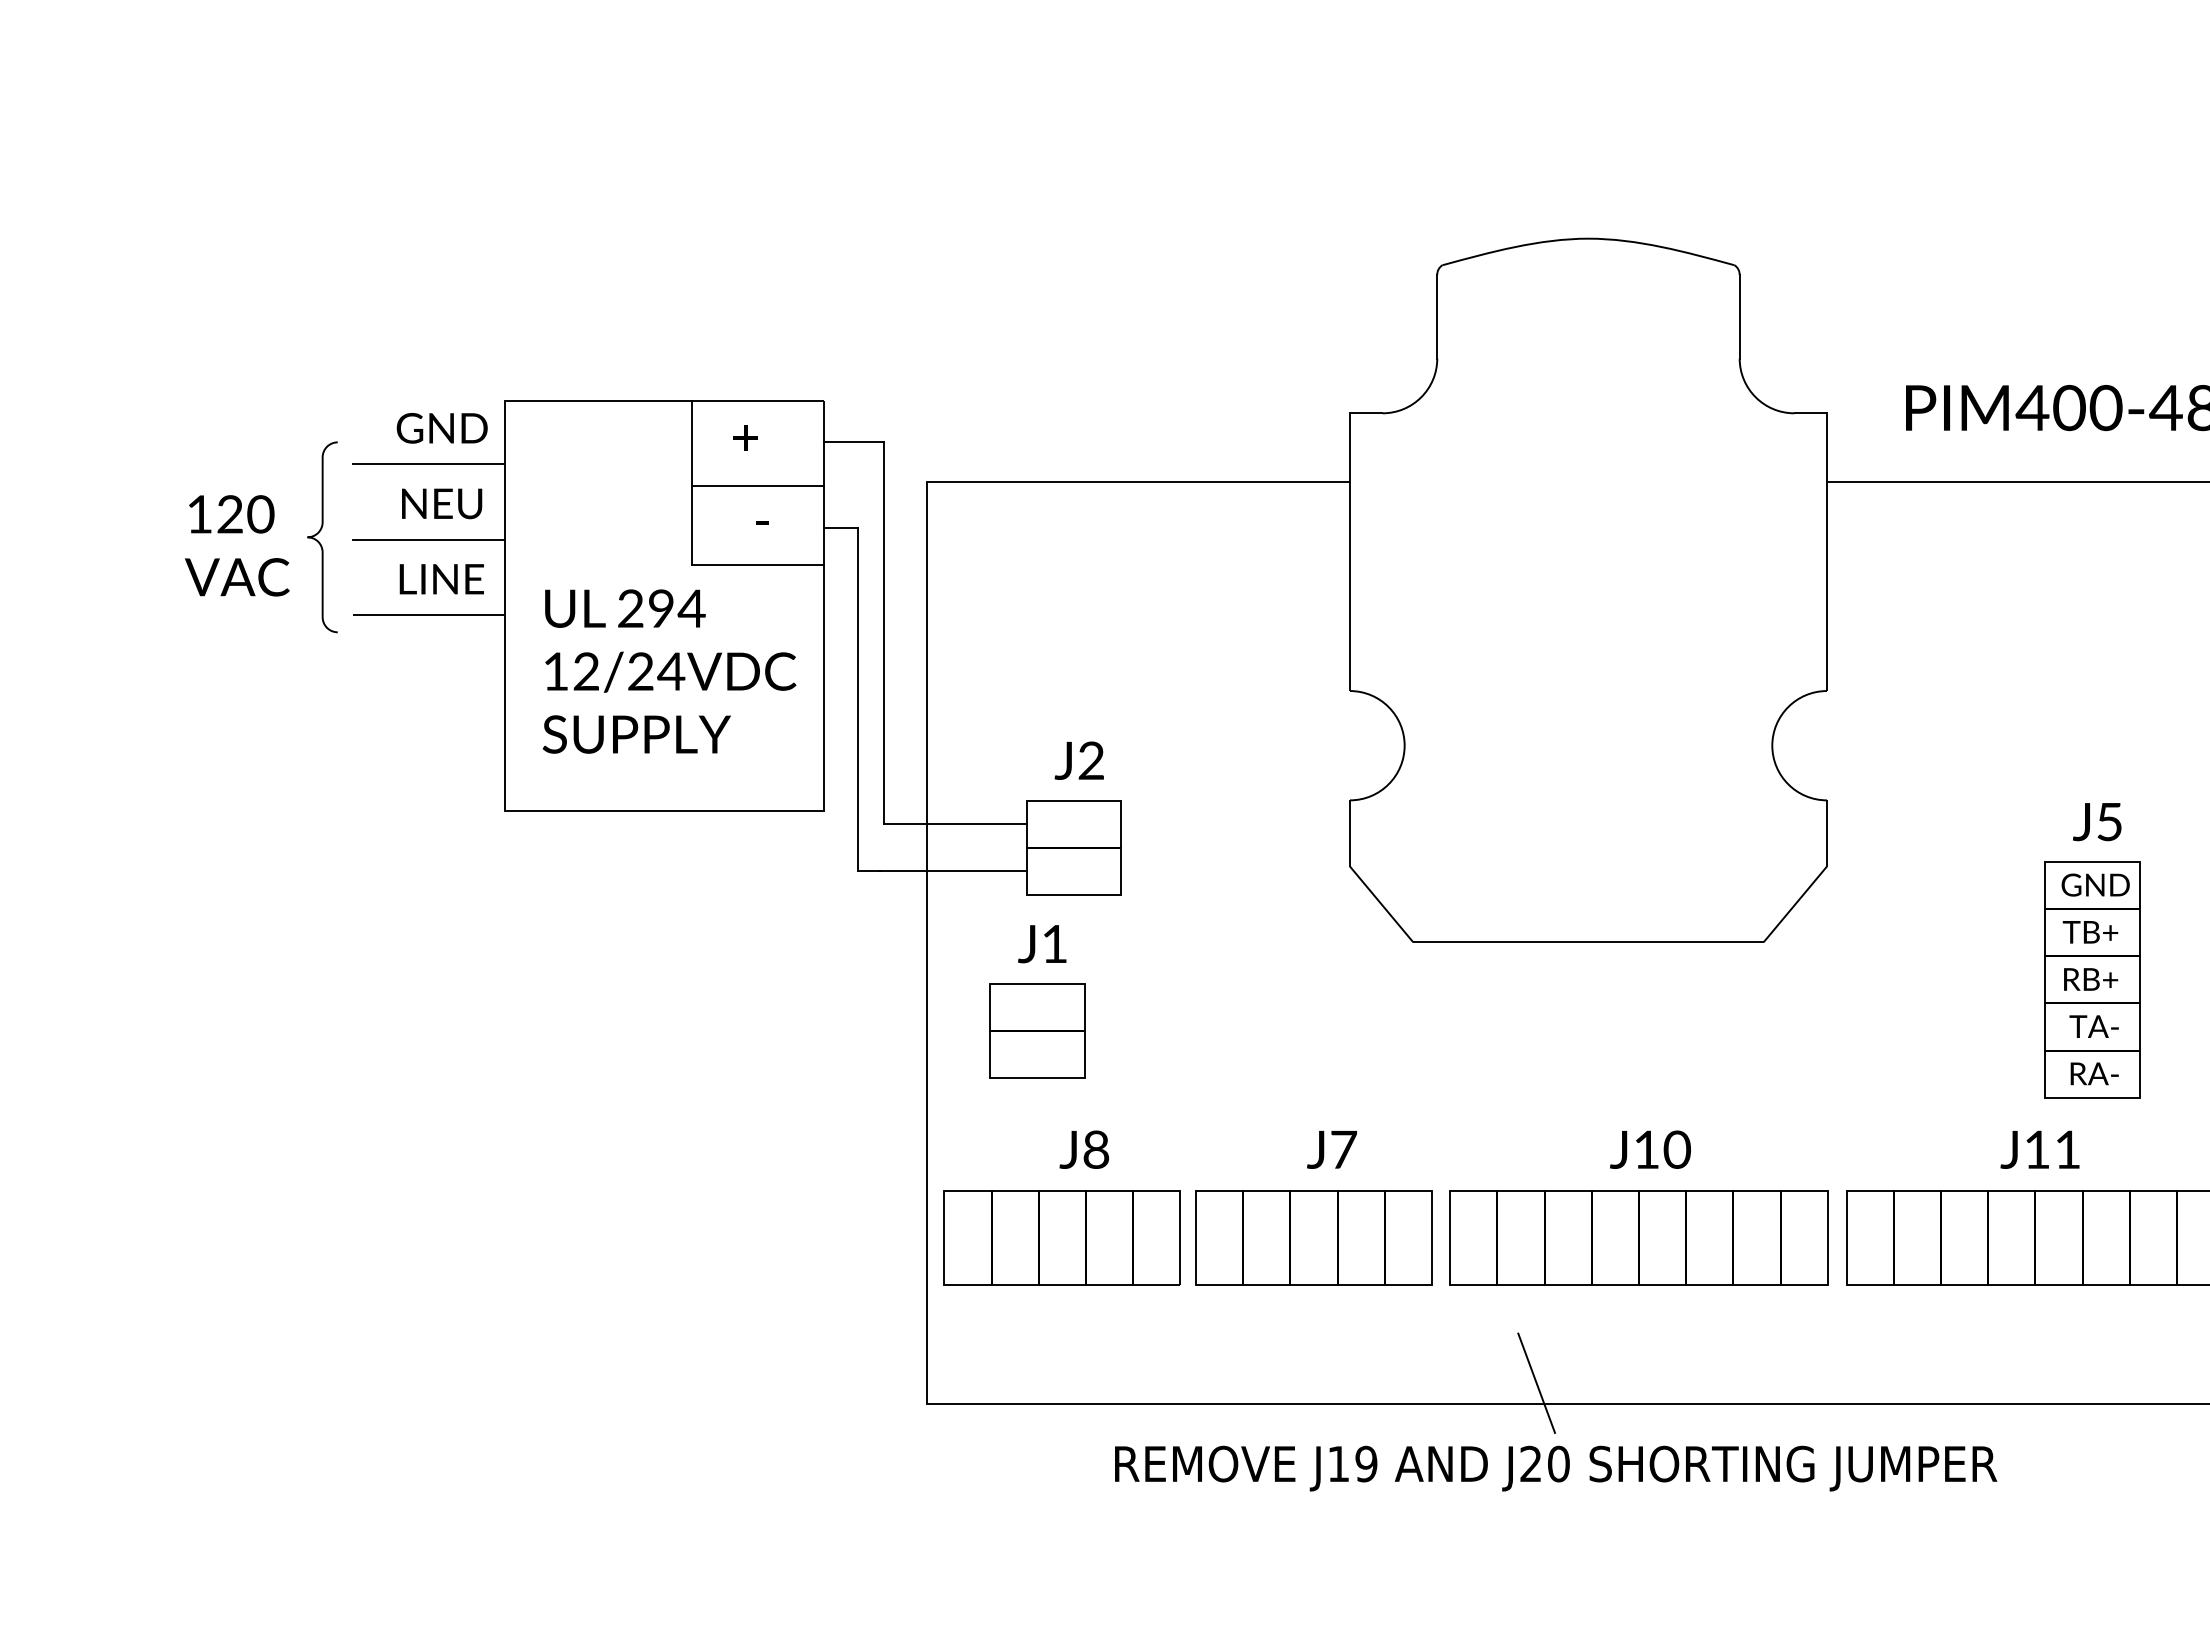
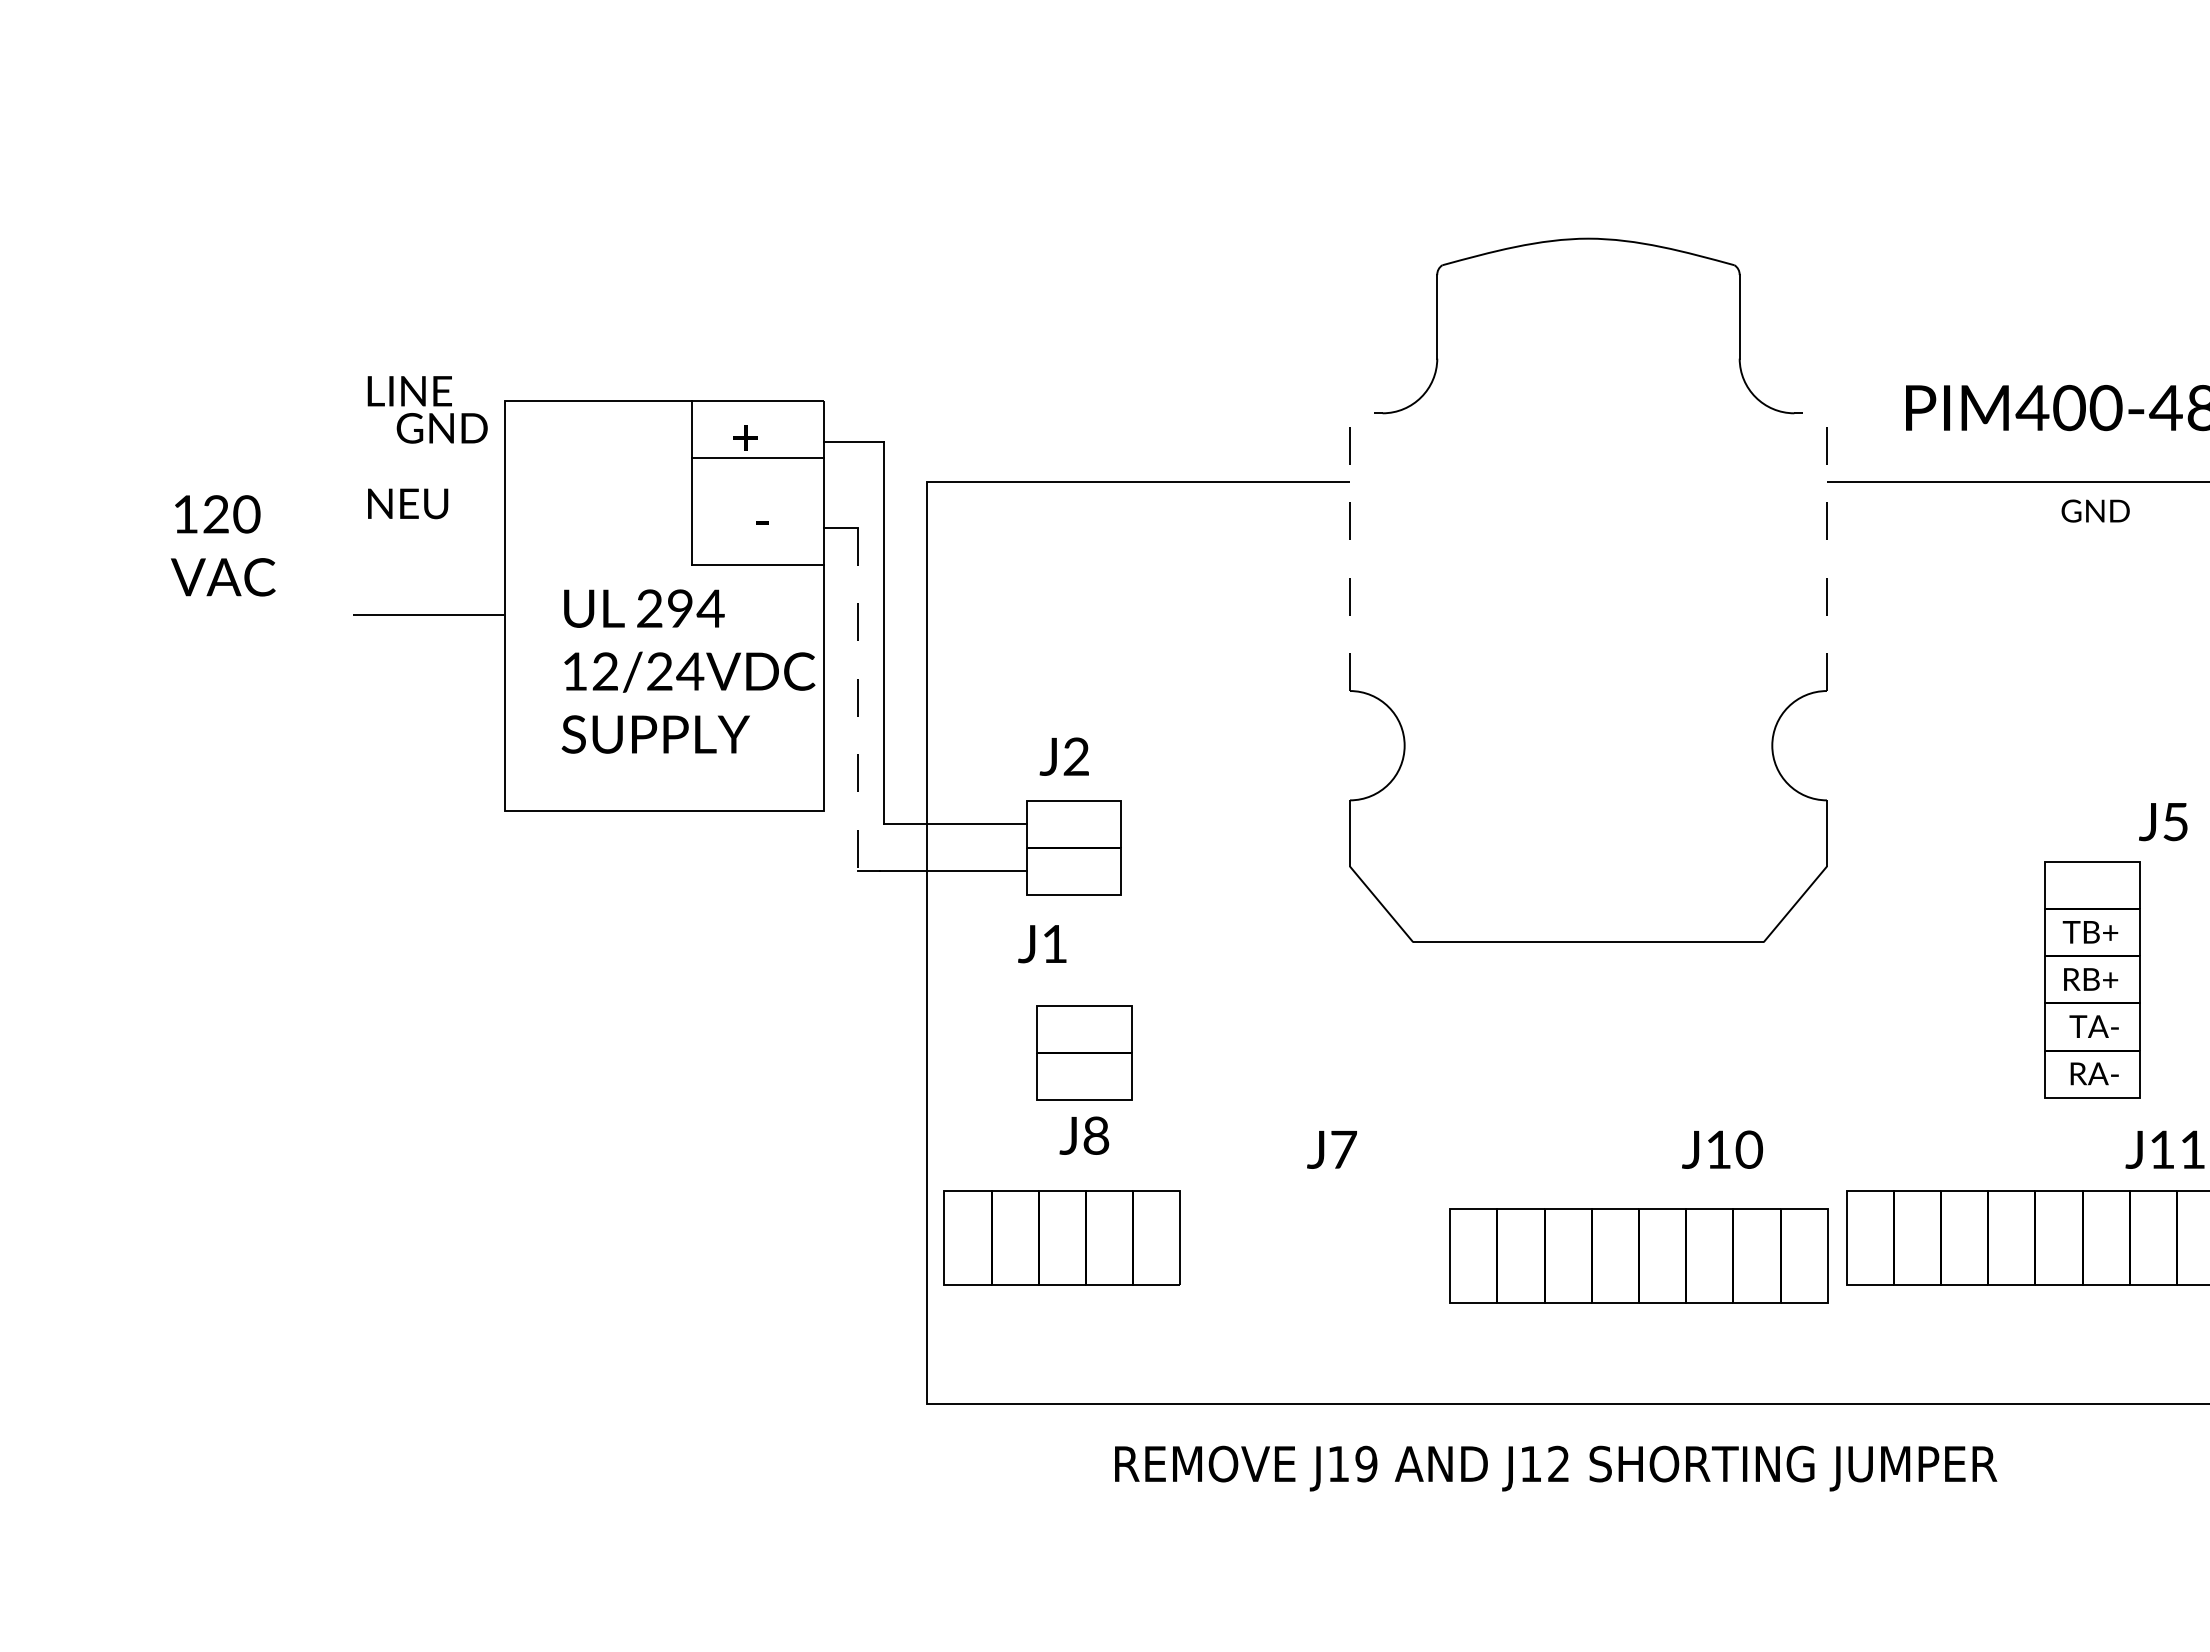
line at (428, 464): present -> none
line at (757, 485) position: (757, 485) -> (757, 457)
text at (442, 503) position: (442, 503) -> (408, 503)
line at (1350, 535): solid -> dashed
line at (1826, 535): solid -> dashed
line at (428, 539): present -> none
curve at (318, 540): present -> none
text at (237, 545) position: (237, 545) -> (223, 545)
text at (441, 579) position: (441, 579) -> (409, 391)
text at (669, 671) position: (669, 671) -> (688, 671)
line at (858, 699): solid -> dashed
text at (1078, 760) position: (1078, 760) -> (1063, 756)
text at (2097, 822) position: (2097, 822) -> (2163, 822)
text at (2095, 884) position: (2095, 884) -> (2095, 510)
part at (1037, 1030) position: (1037, 1030) -> (1084, 1052)
text at (1084, 1149) position: (1084, 1149) -> (1084, 1135)
text at (1650, 1149) position: (1650, 1149) -> (1722, 1149)
text at (2039, 1149) position: (2039, 1149) -> (2164, 1149)
part at (1313, 1237): present -> none
part at (1638, 1237) position: (1638, 1237) -> (1638, 1255)
line at (1536, 1382): present -> none
text at (1544, 1463): J20 -> J12
